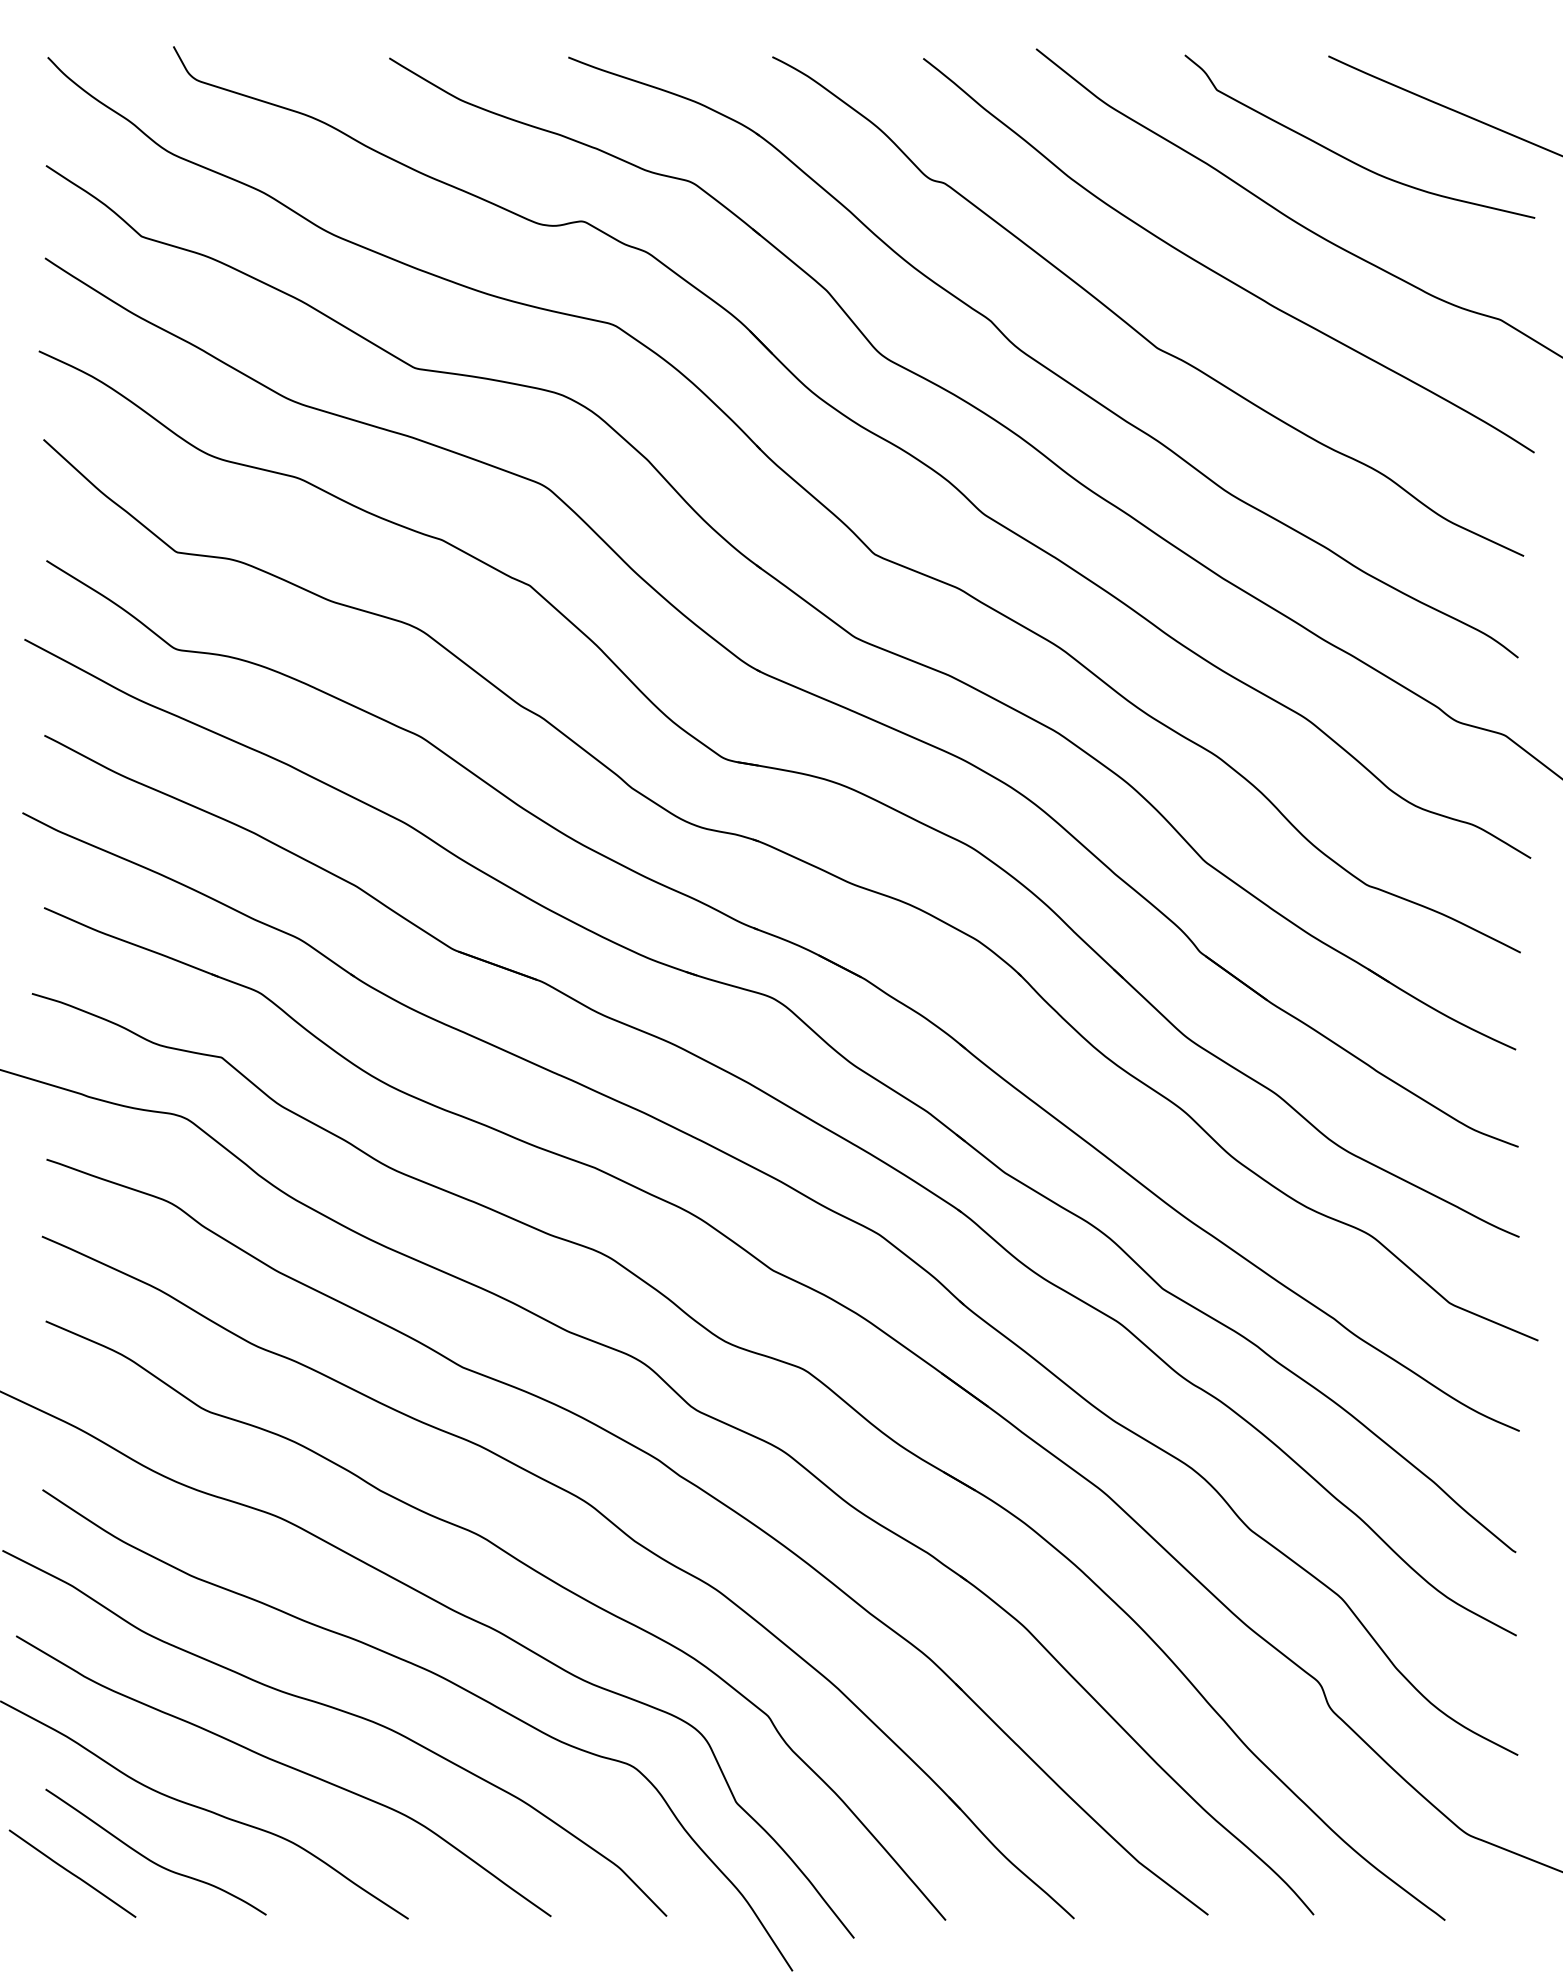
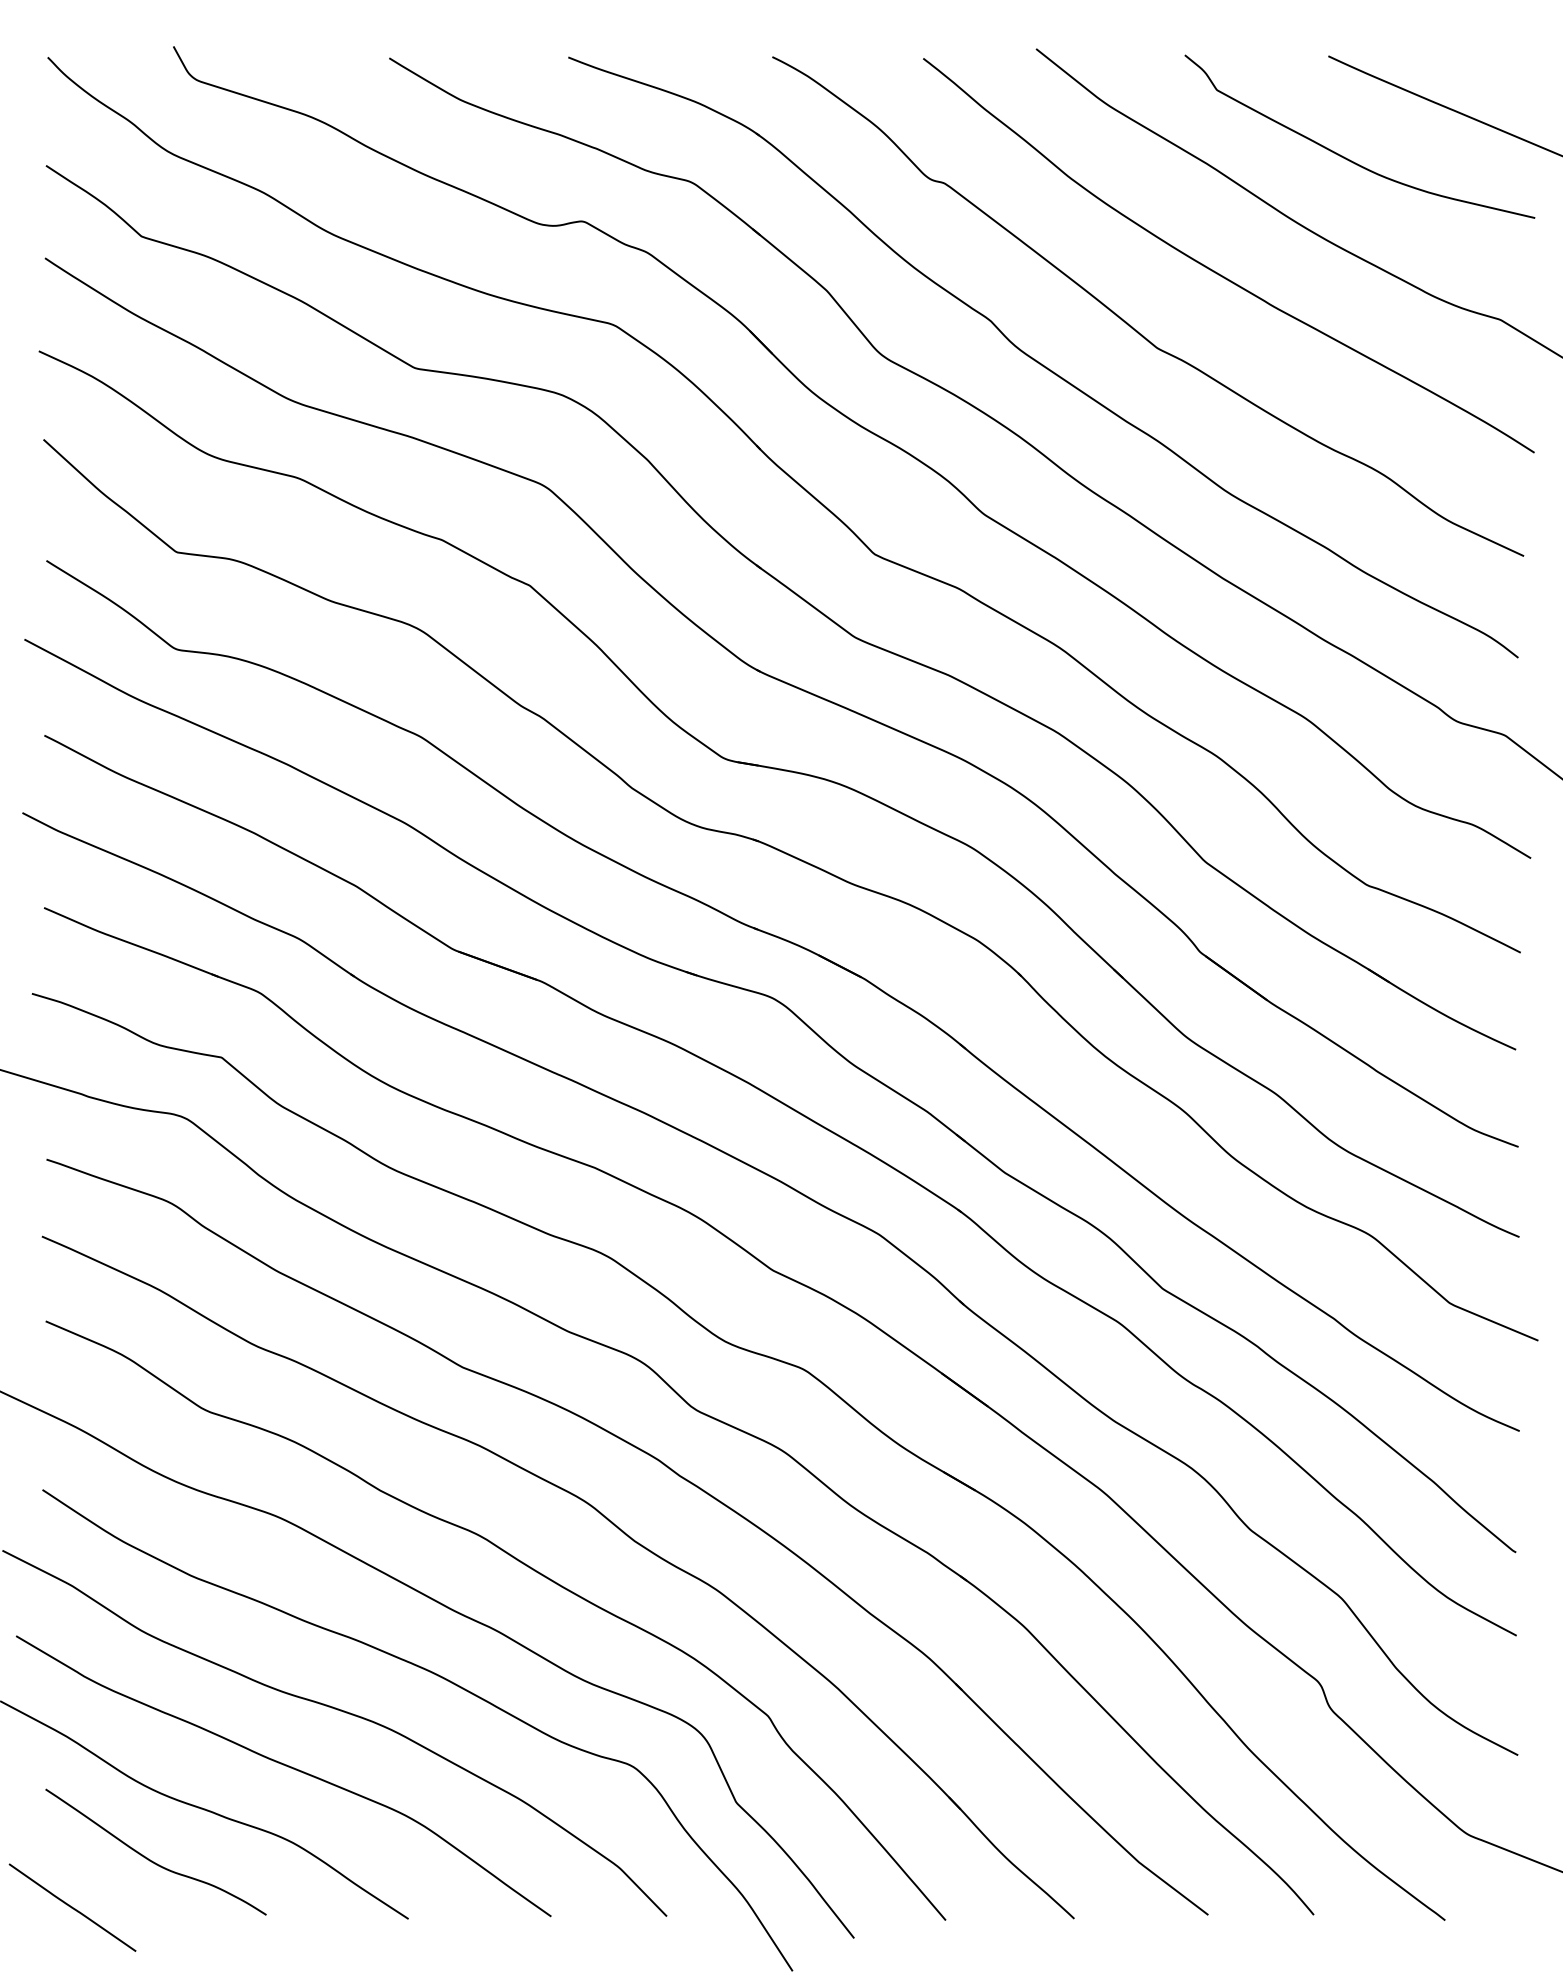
line at (72, 1873) position: (72, 1873) -> (72, 1907)
